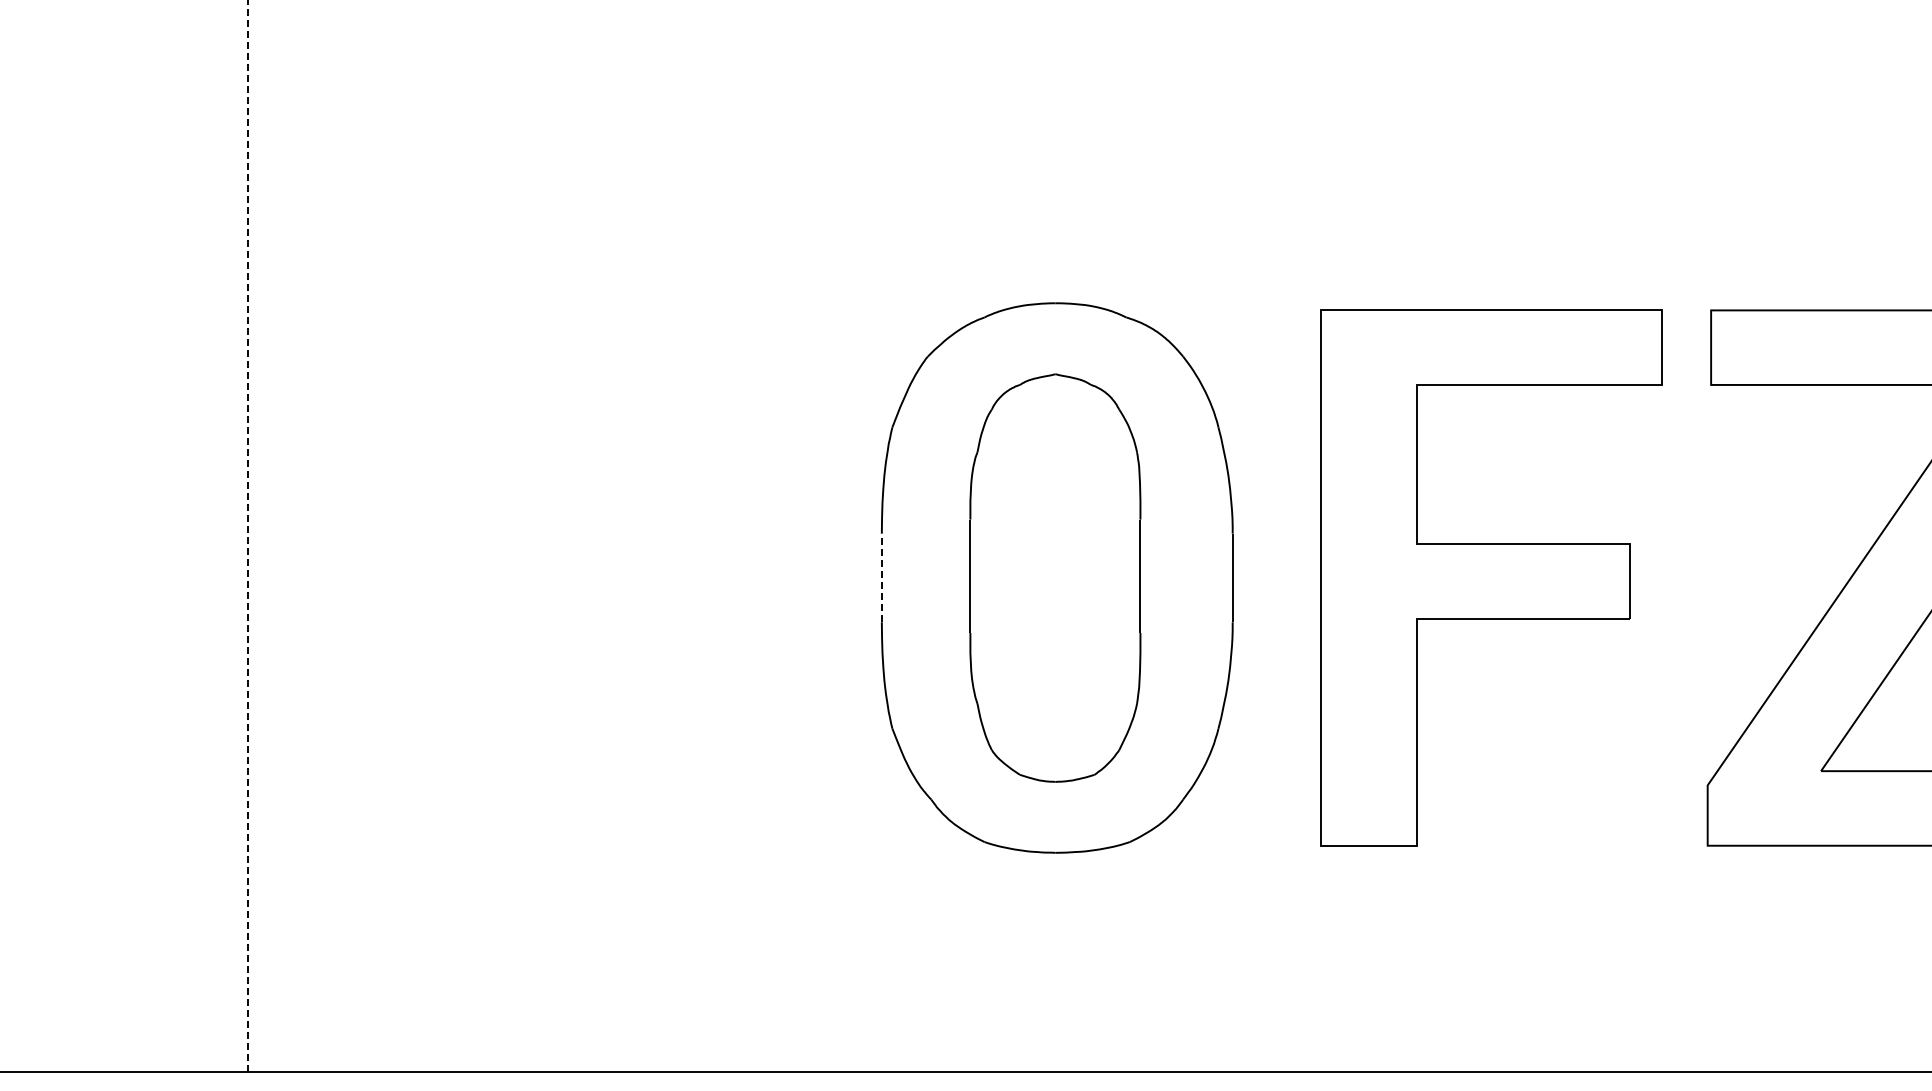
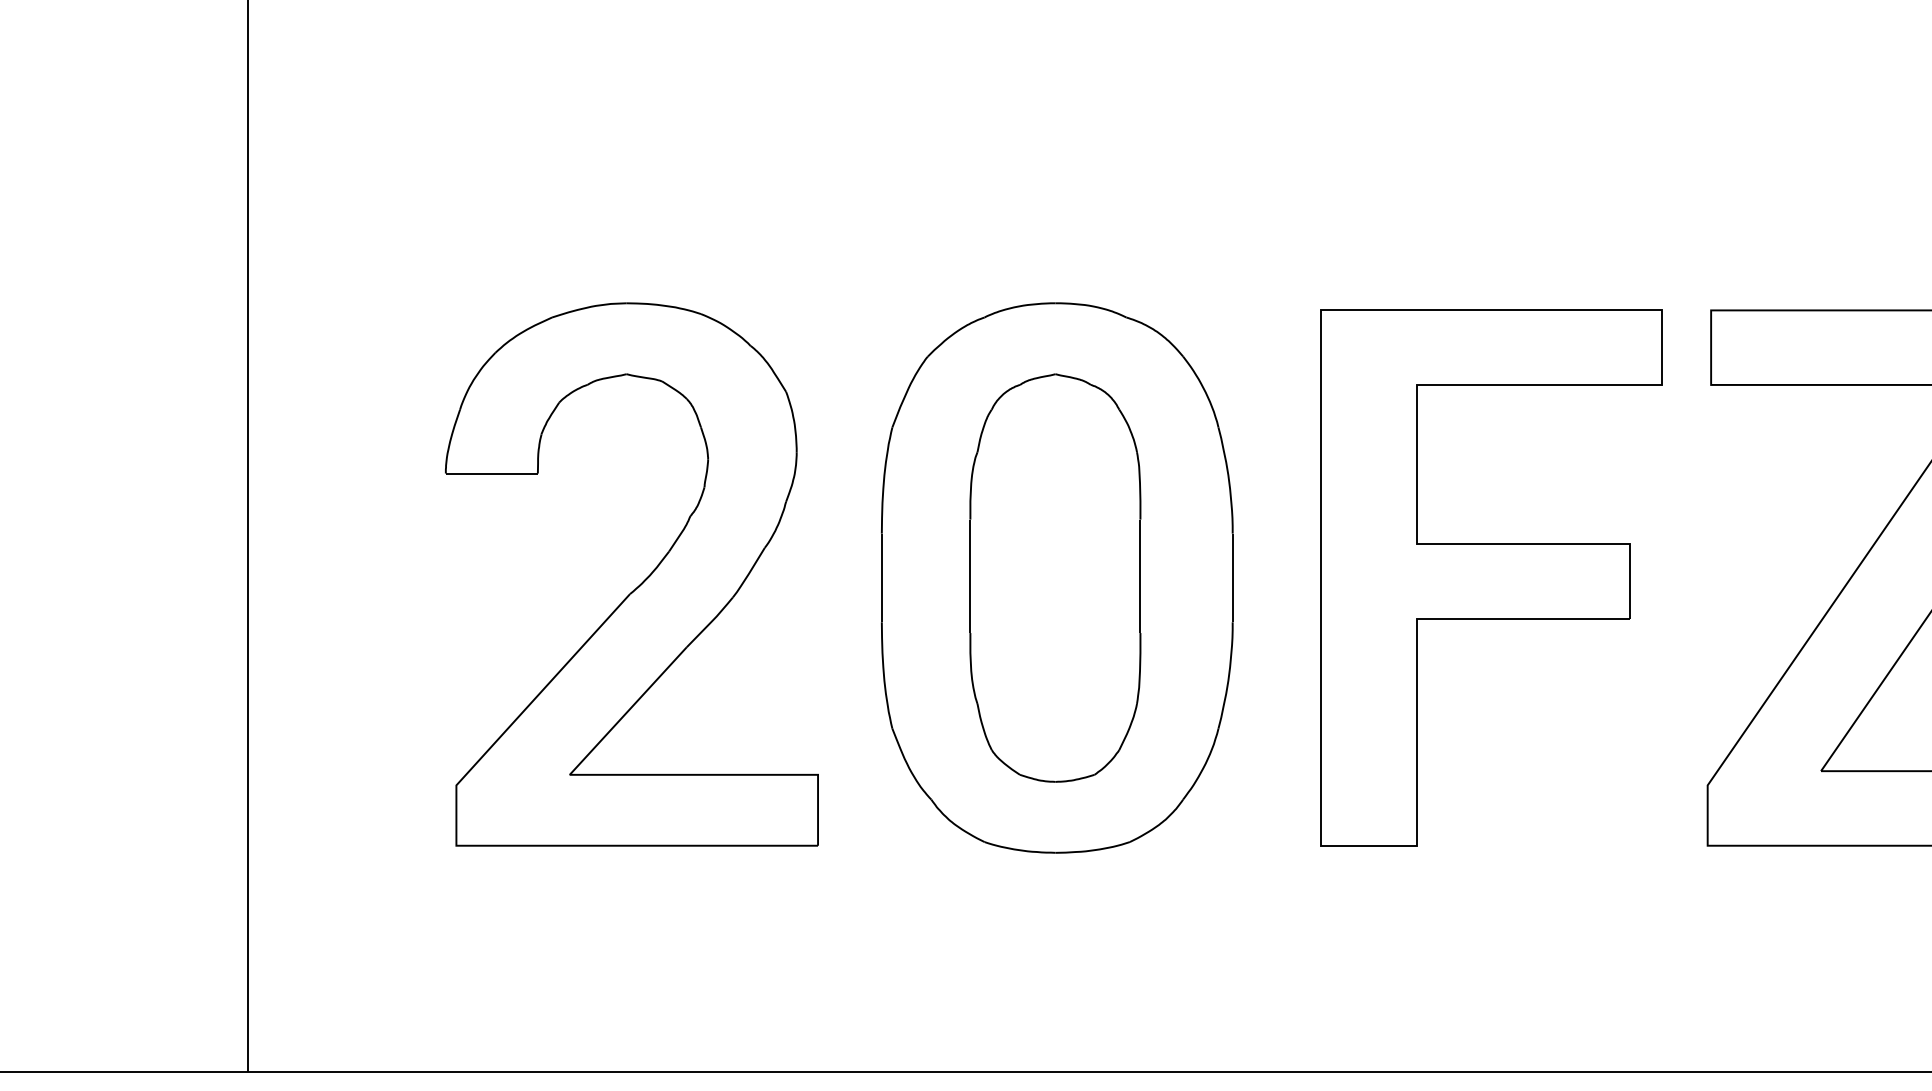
line at (248, 535): dashed -> solid
line at (881, 577): dashed -> solid
part at (640, 583): none -> present
